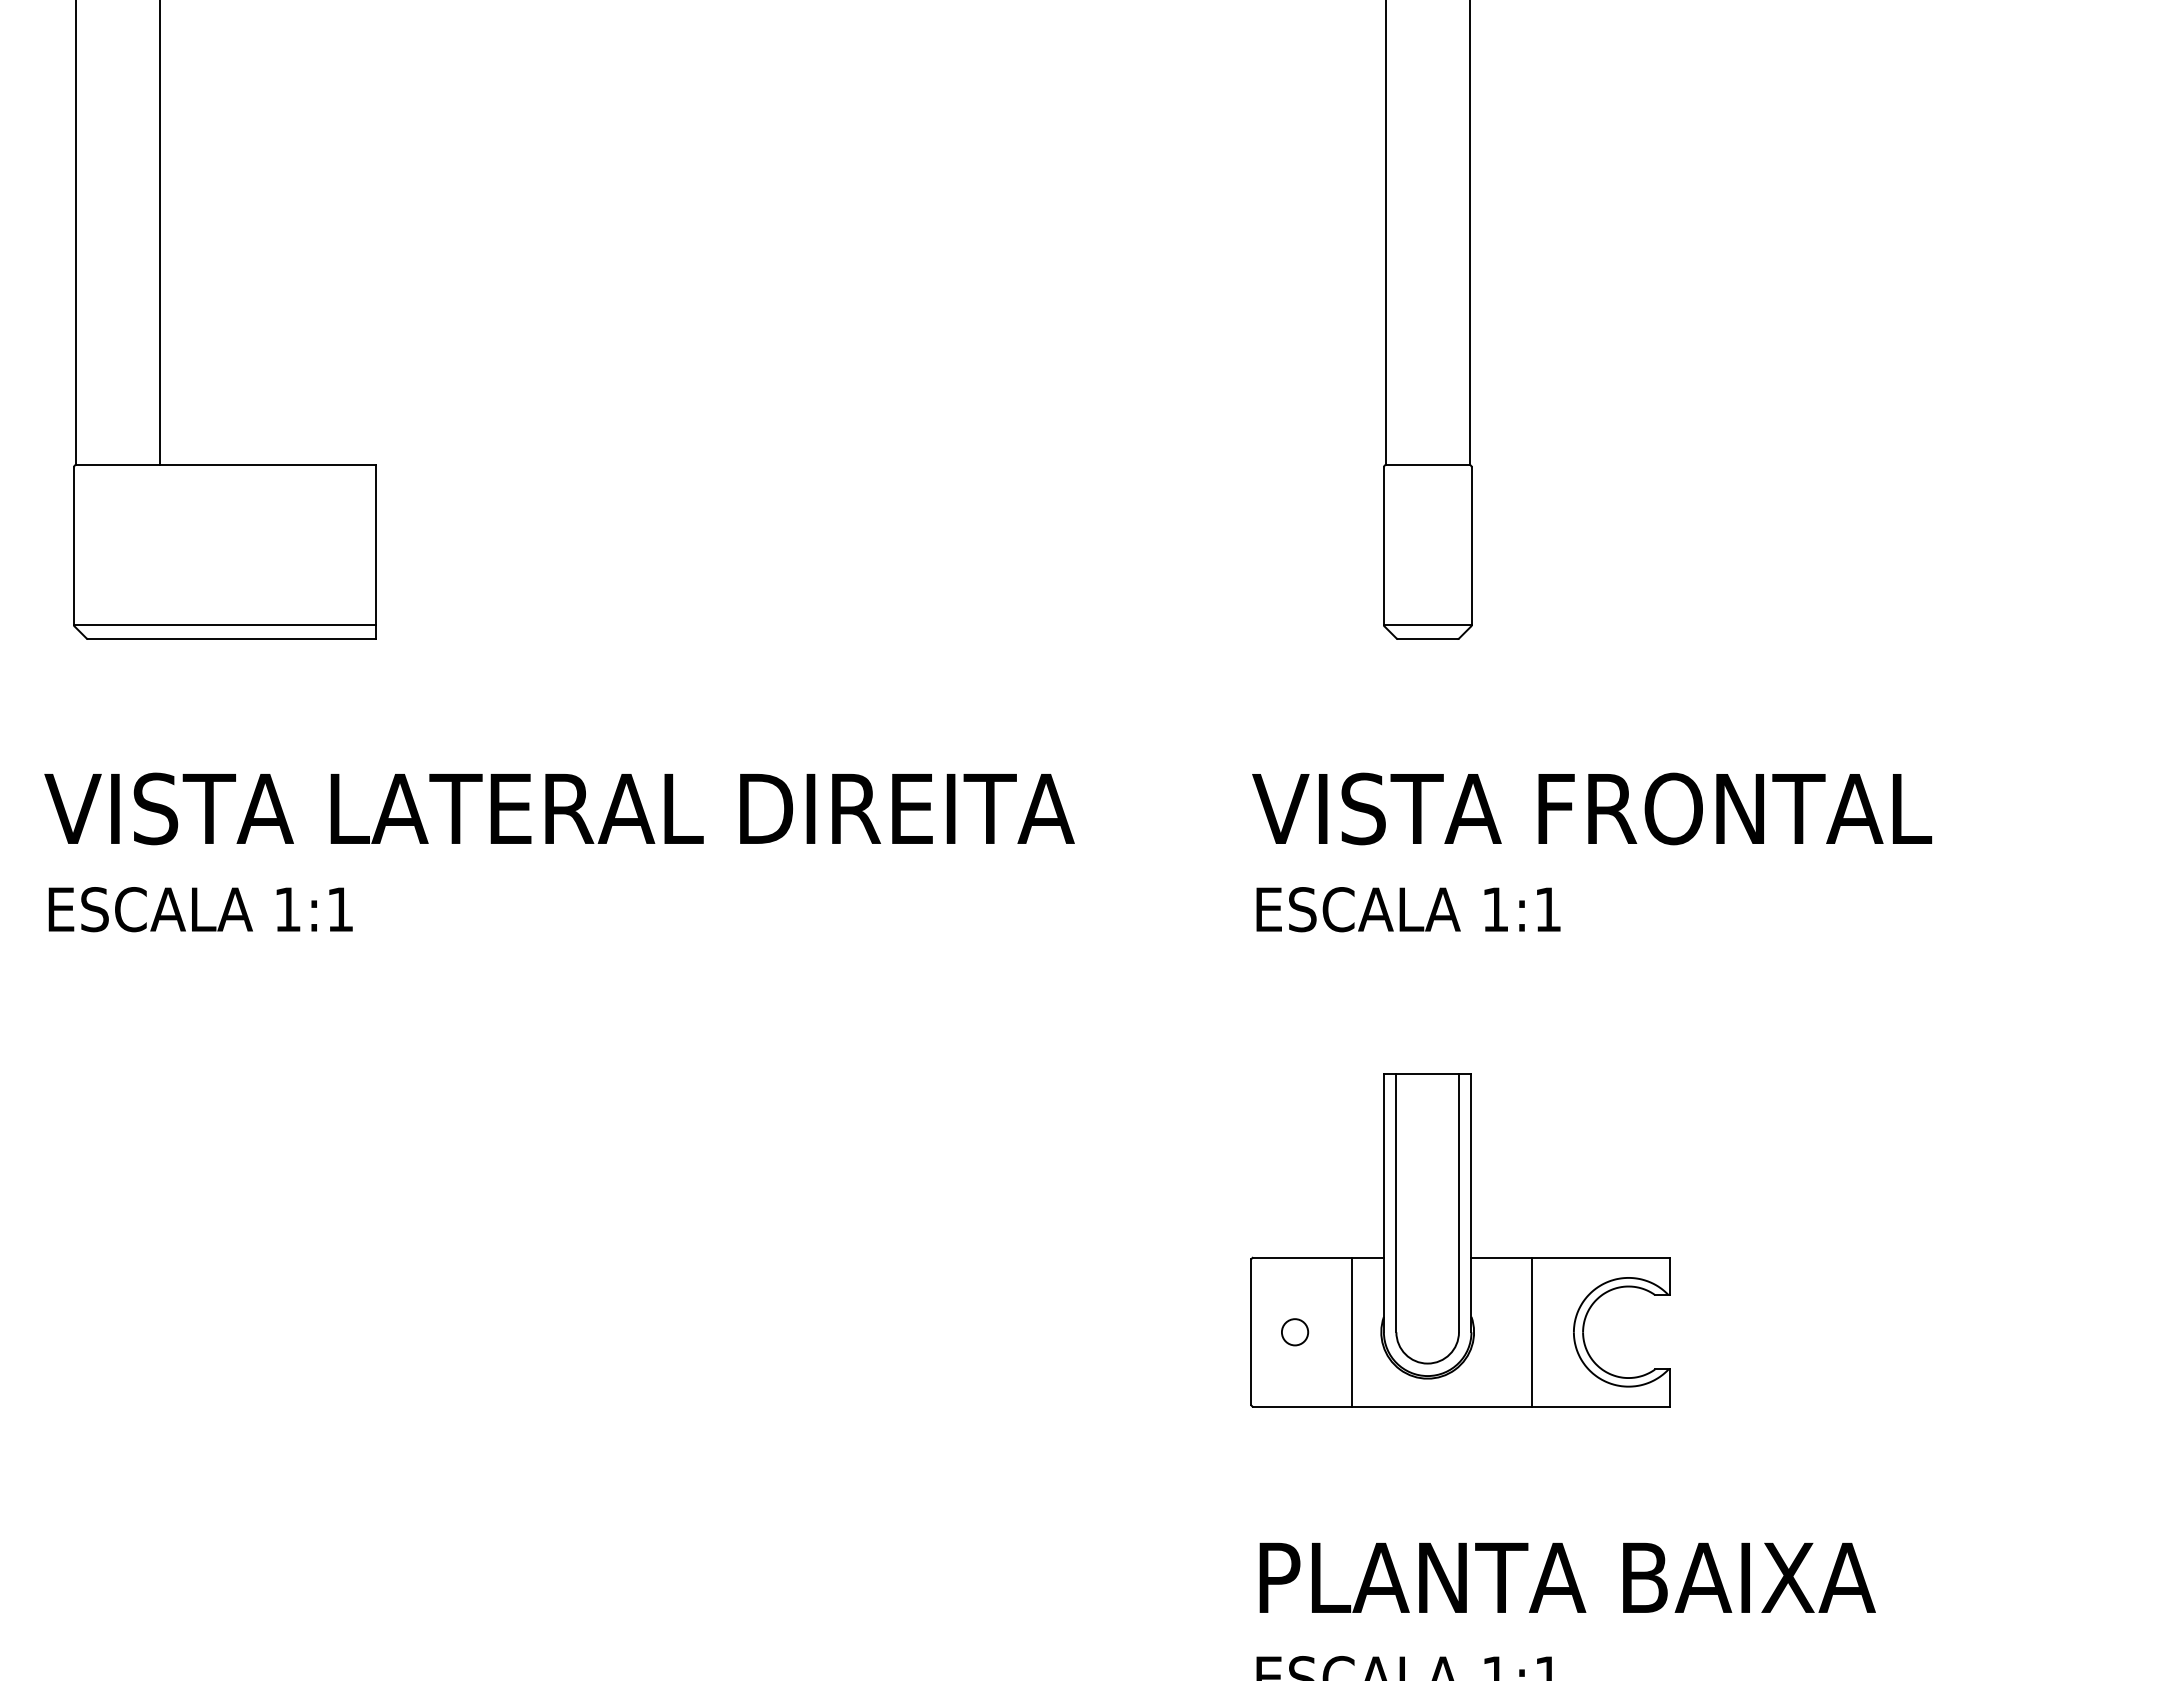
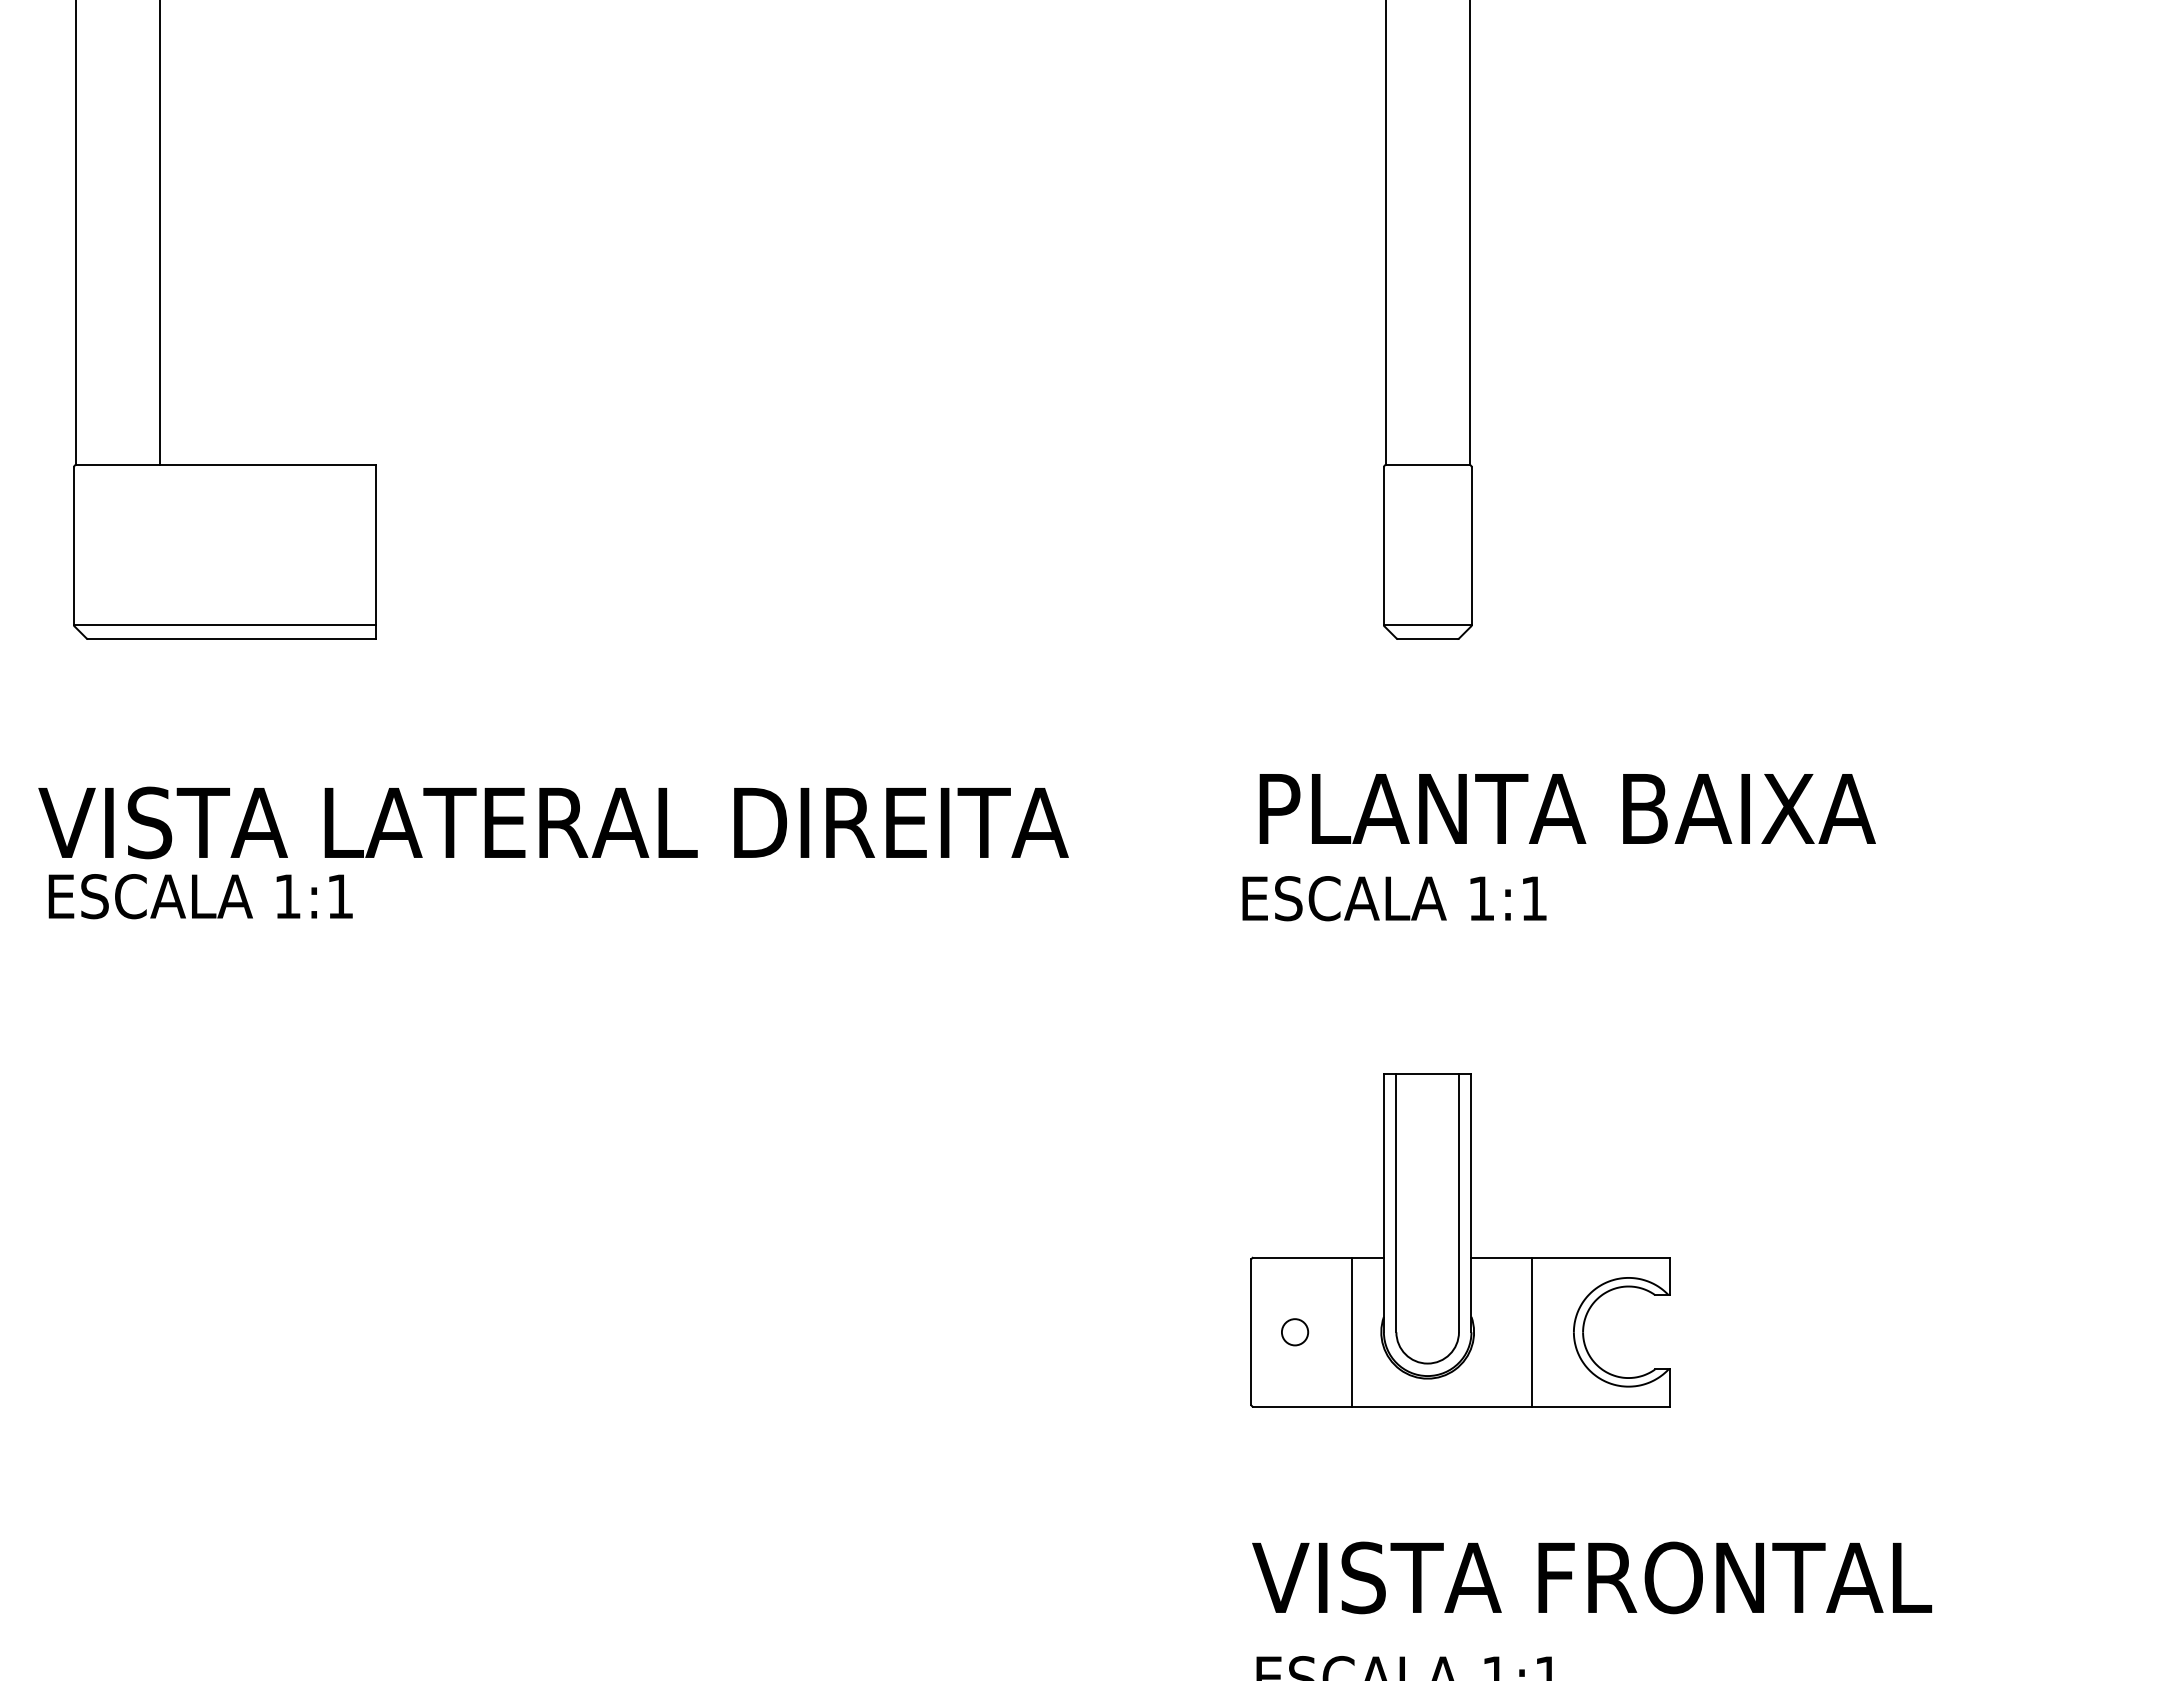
text at (559, 808) position: (559, 808) -> (553, 822)
text at (1592, 808): VISTA FRONTAL -> PLANTA BAIXA
text at (200, 909) position: (200, 909) -> (200, 896)
text at (1408, 909) position: (1408, 909) -> (1394, 898)
text at (1592, 1577): PLANTA BAIXA -> VISTA FRONTAL
